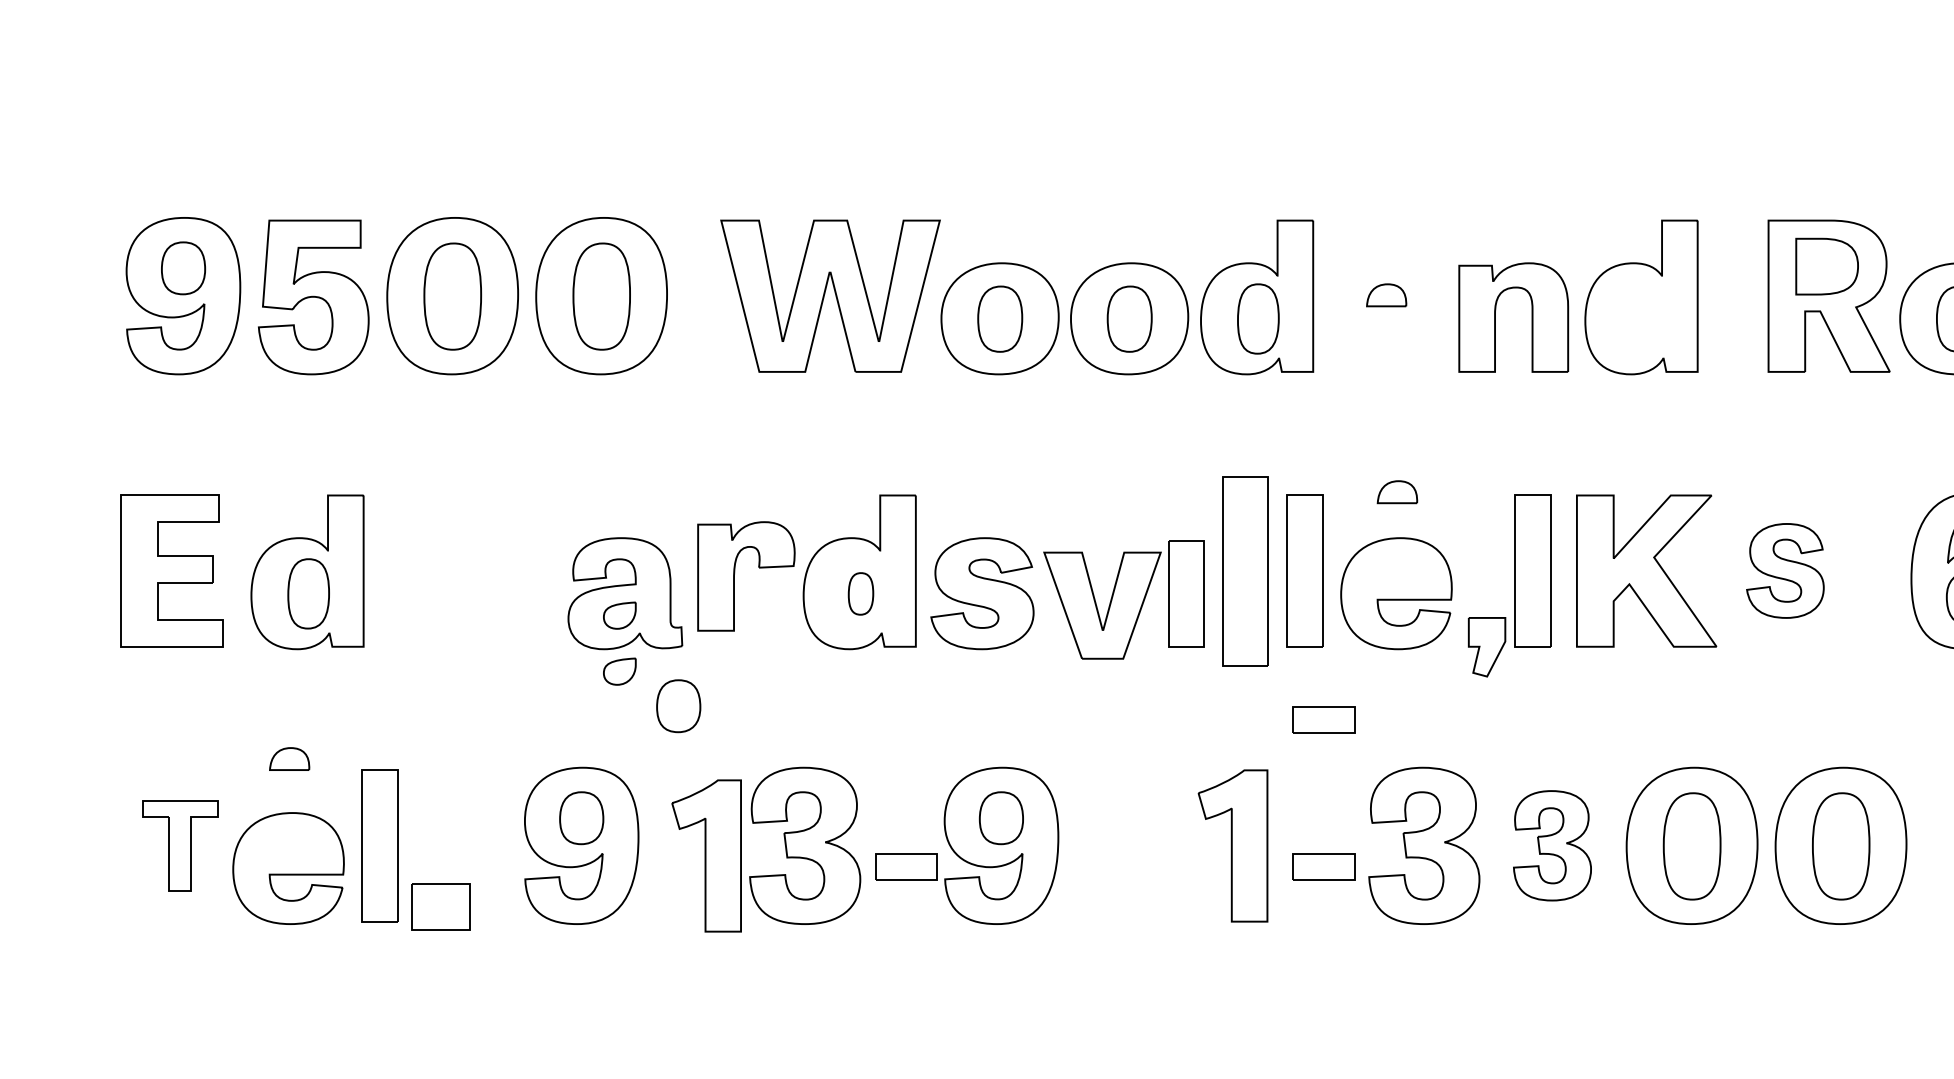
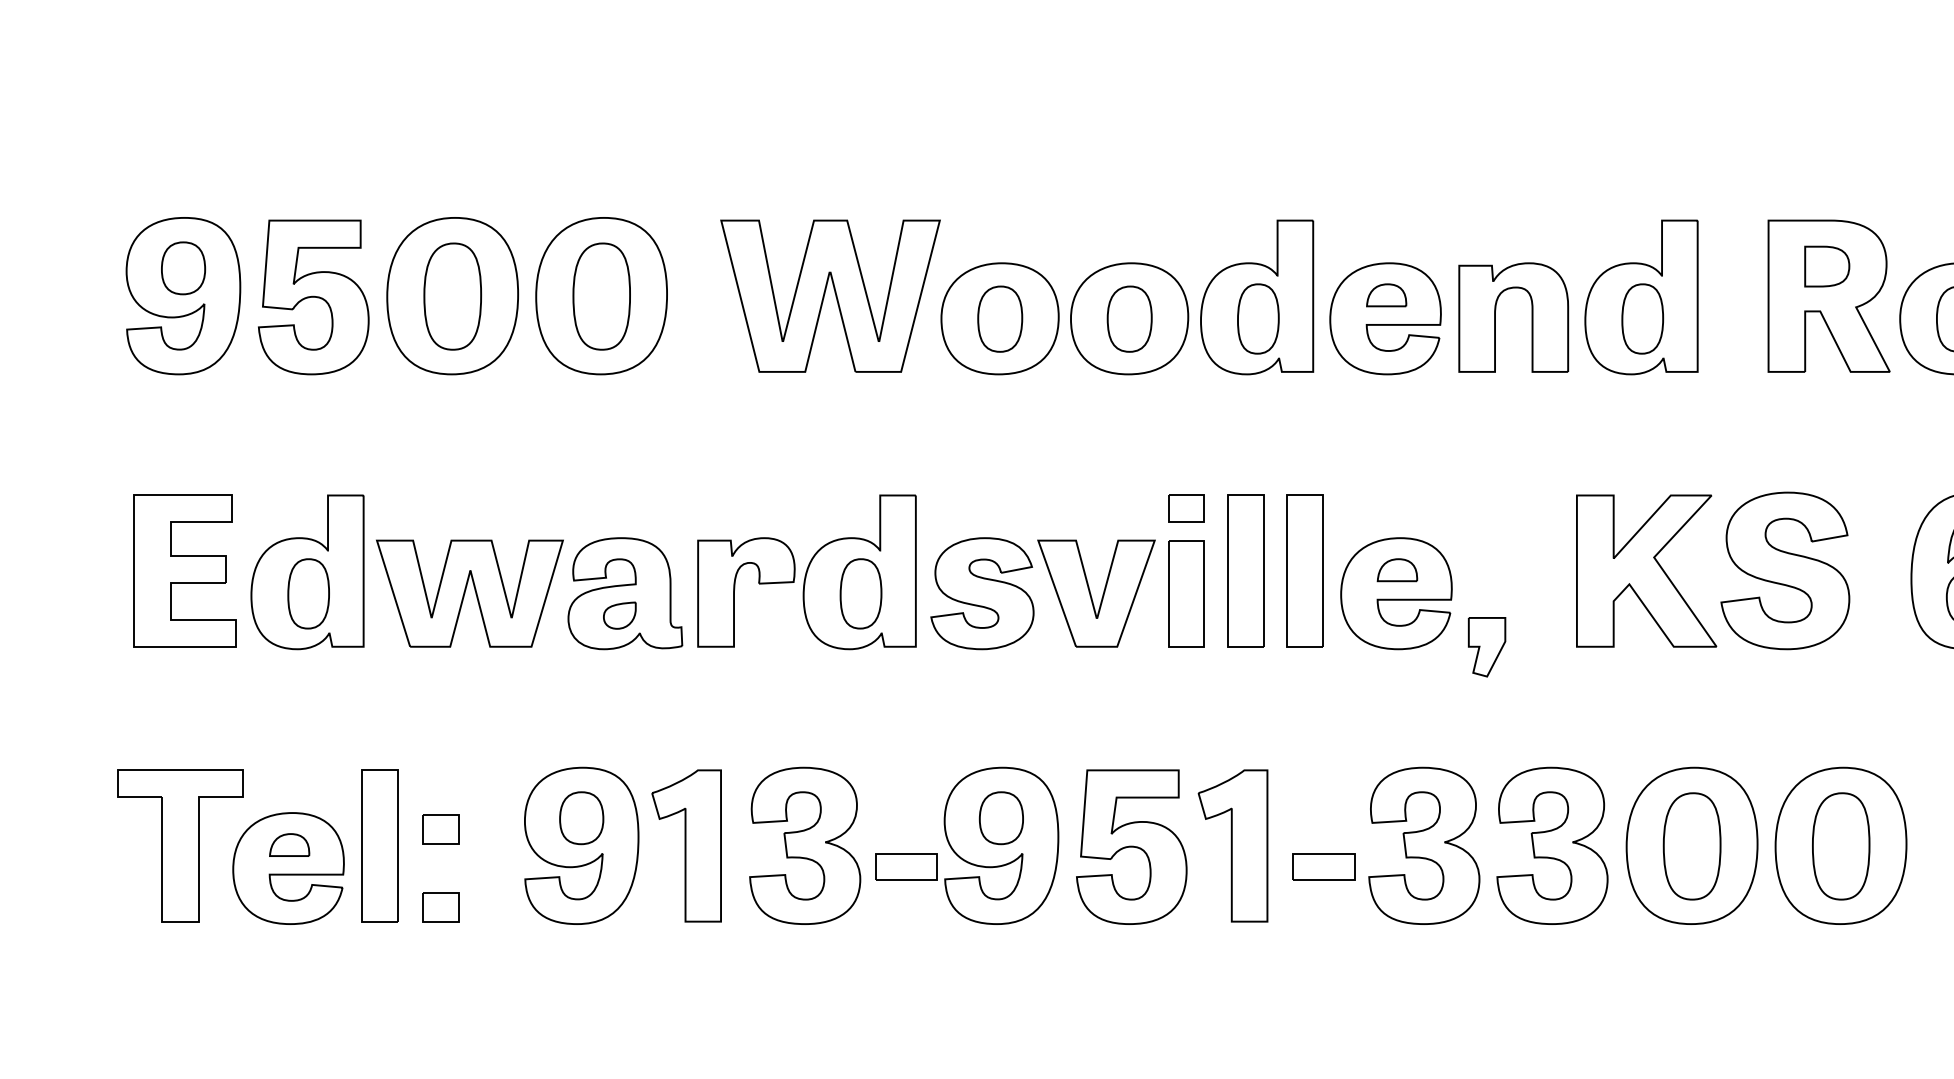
part at (1826, 266) size: 64x59 px -> 47x43 px
part at (1385, 318): none -> present
part at (1642, 318): none -> present
part at (1397, 492) position: (1397, 492) -> (1397, 570)
part at (1186, 508): none -> present
part at (171, 570) position: (171, 570) -> (184, 570)
part at (1532, 570): present -> none
part at (1785, 570) size: 79x96 px -> 131x160 px
part at (1245, 571) size: 47x191 px -> 38x154 px
part at (735, 573) position: (735, 573) -> (735, 589)
part at (469, 593): none -> present
part at (860, 593) size: 28x44 px -> 44x72 px
part at (1102, 605) position: (1102, 605) -> (1096, 593)
part at (619, 671): present -> none
part at (678, 706): present -> none
part at (1323, 719): present -> none
part at (289, 758) position: (289, 758) -> (289, 844)
part at (440, 829): none -> present
part at (180, 845) size: 77x92 px -> 127x154 px
part at (1552, 845) size: 79x112 px -> 113x159 px
part at (1131, 846): none -> present
part at (706, 855) position: (706, 855) -> (686, 845)
part at (440, 906) size: 60x48 px -> 38x31 px
